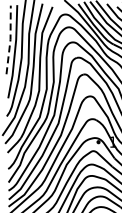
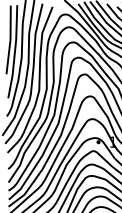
line at (10, 39): dashed -> solid
